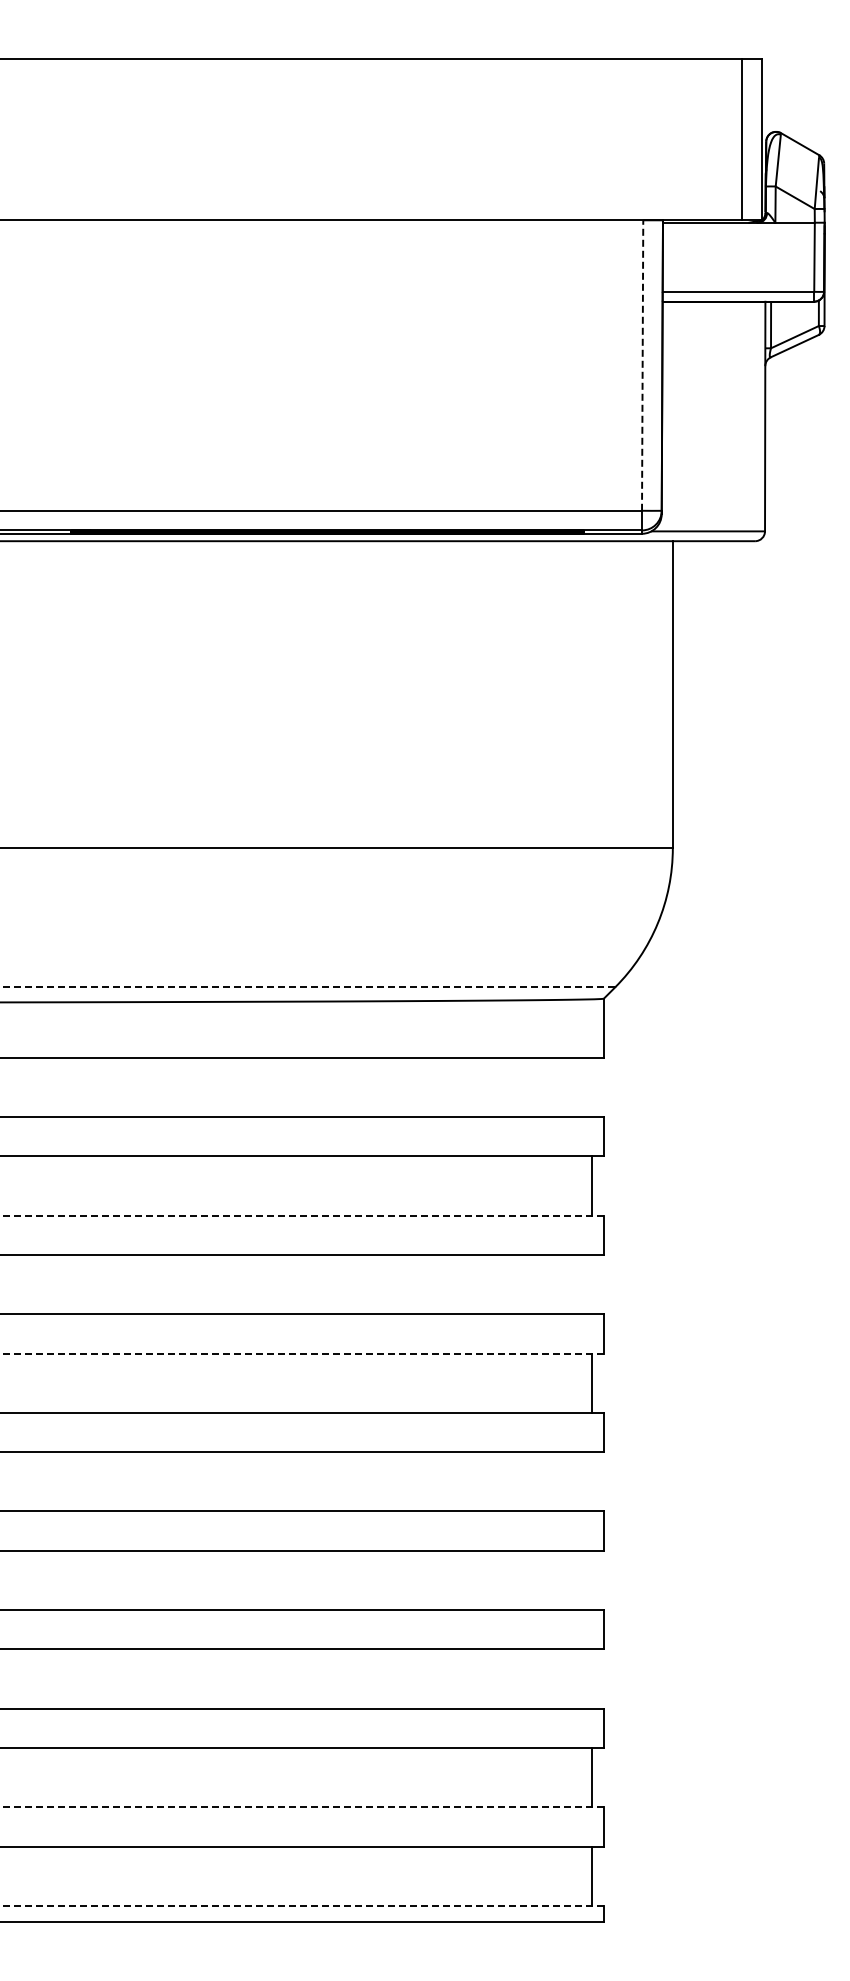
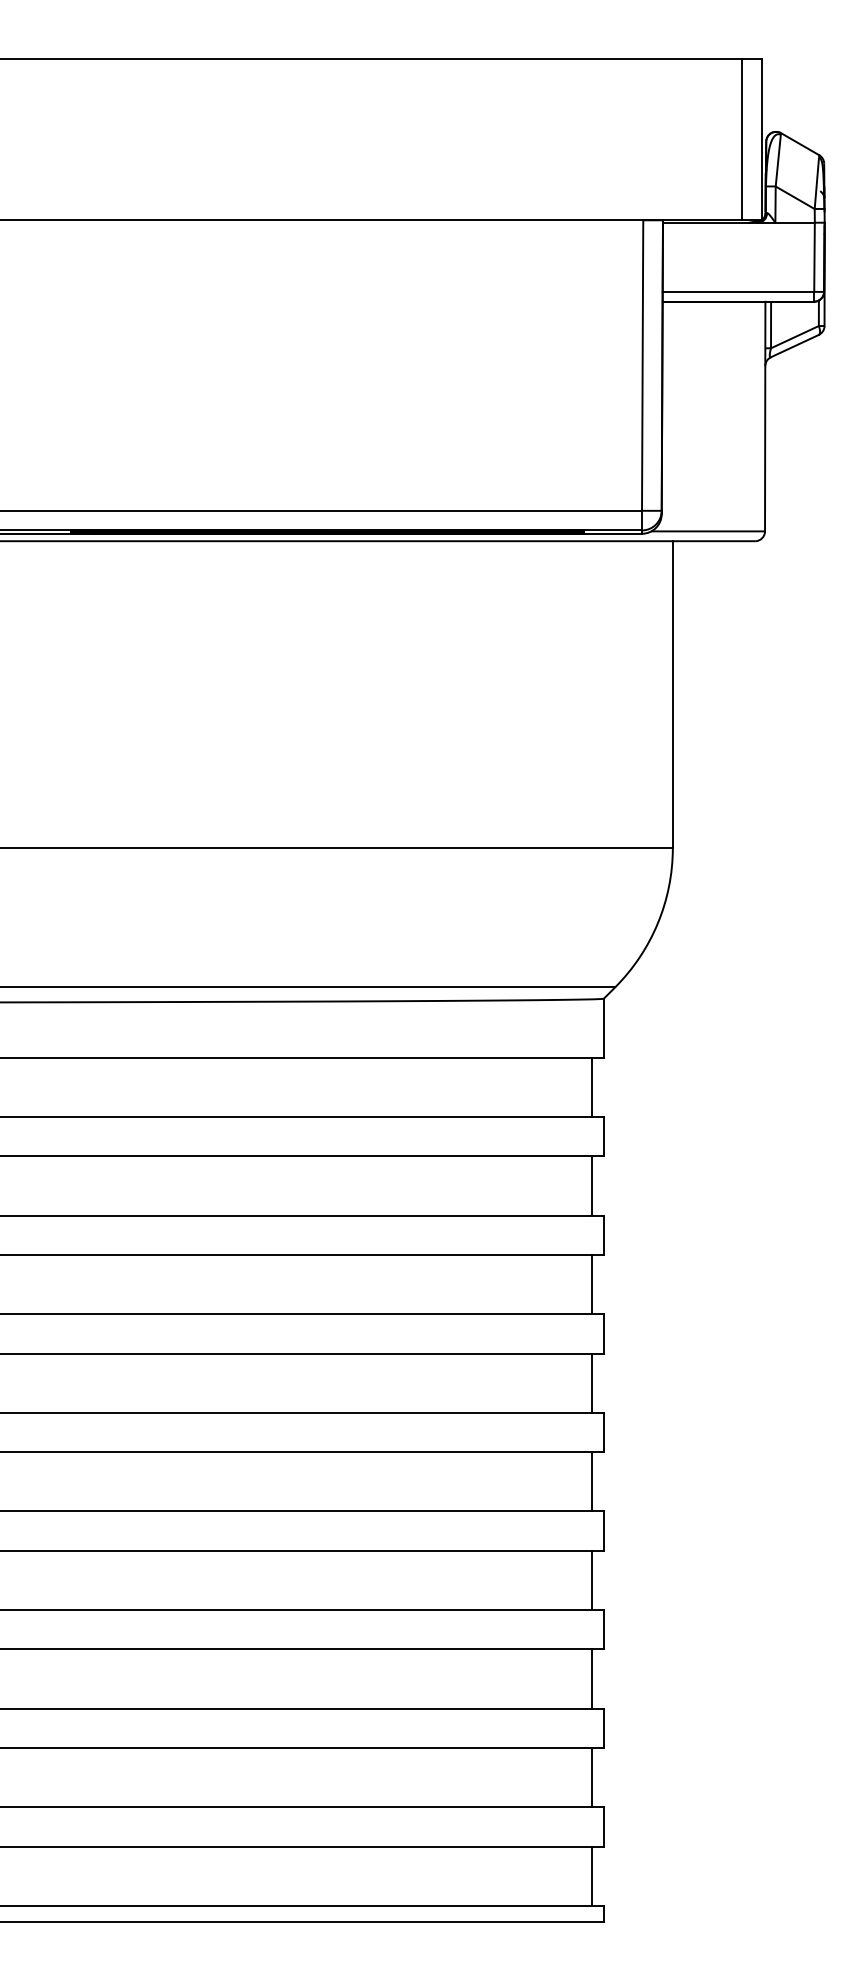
line at (642, 365): dashed -> solid
line at (307, 987): dashed -> solid
line at (592, 1087): none -> present
line at (301, 1215): dashed -> solid
line at (592, 1284): none -> present
line at (301, 1353): dashed -> solid
line at (592, 1481): none -> present
line at (592, 1580): none -> present
line at (592, 1678): none -> present
line at (301, 1807): dashed -> solid
line at (301, 1905): dashed -> solid
